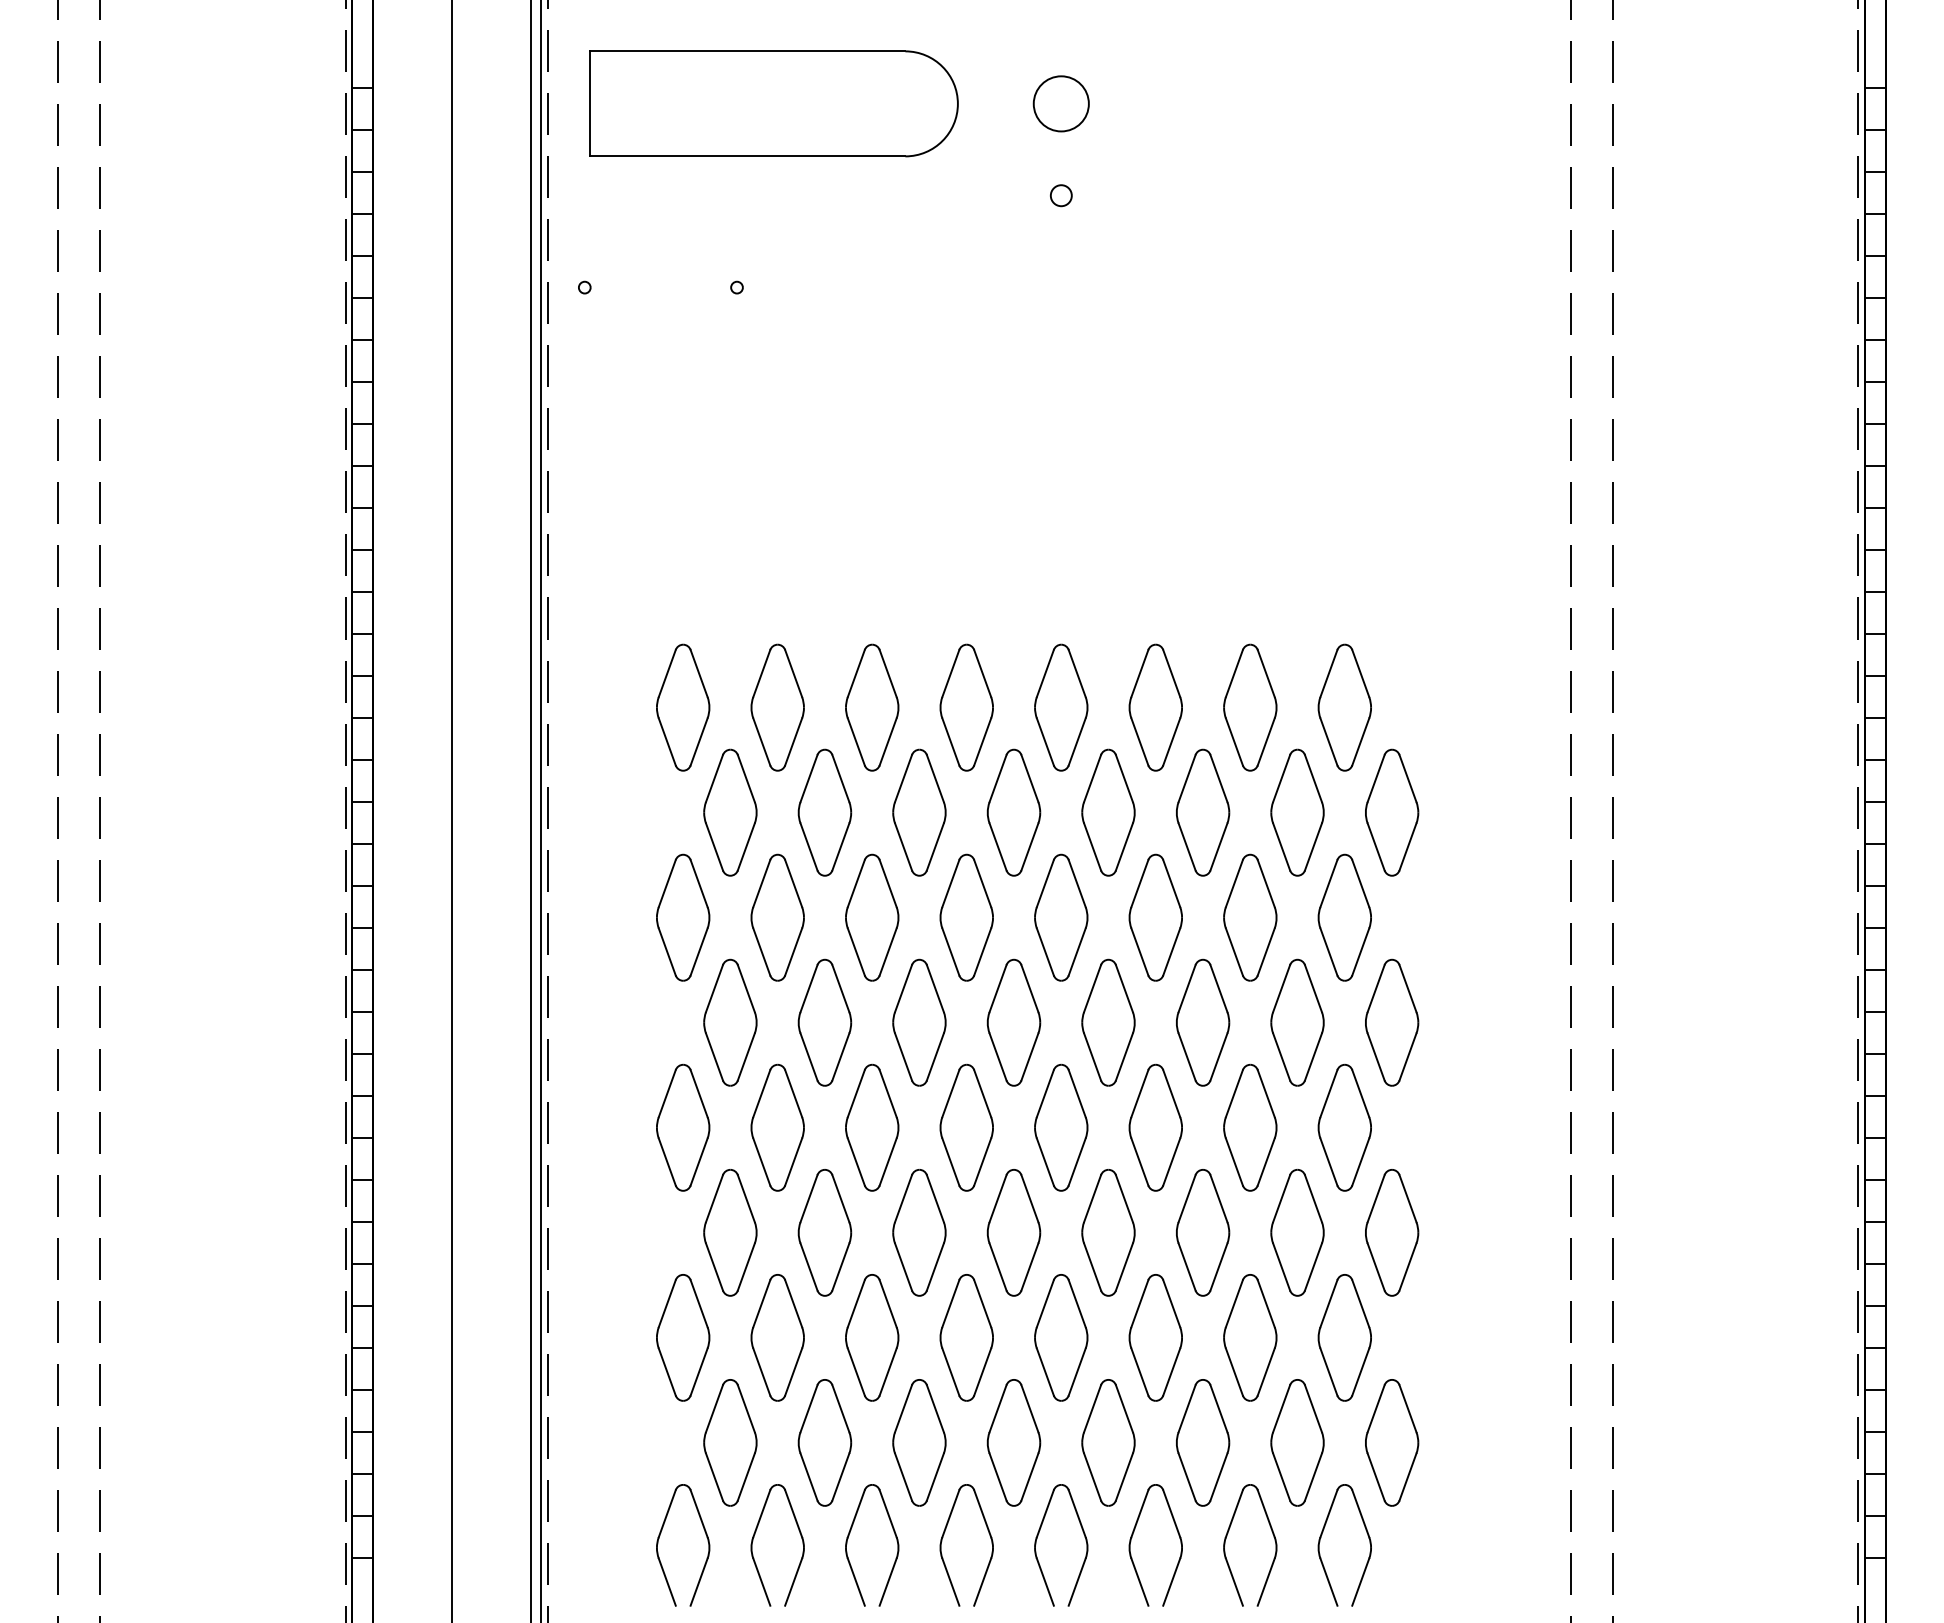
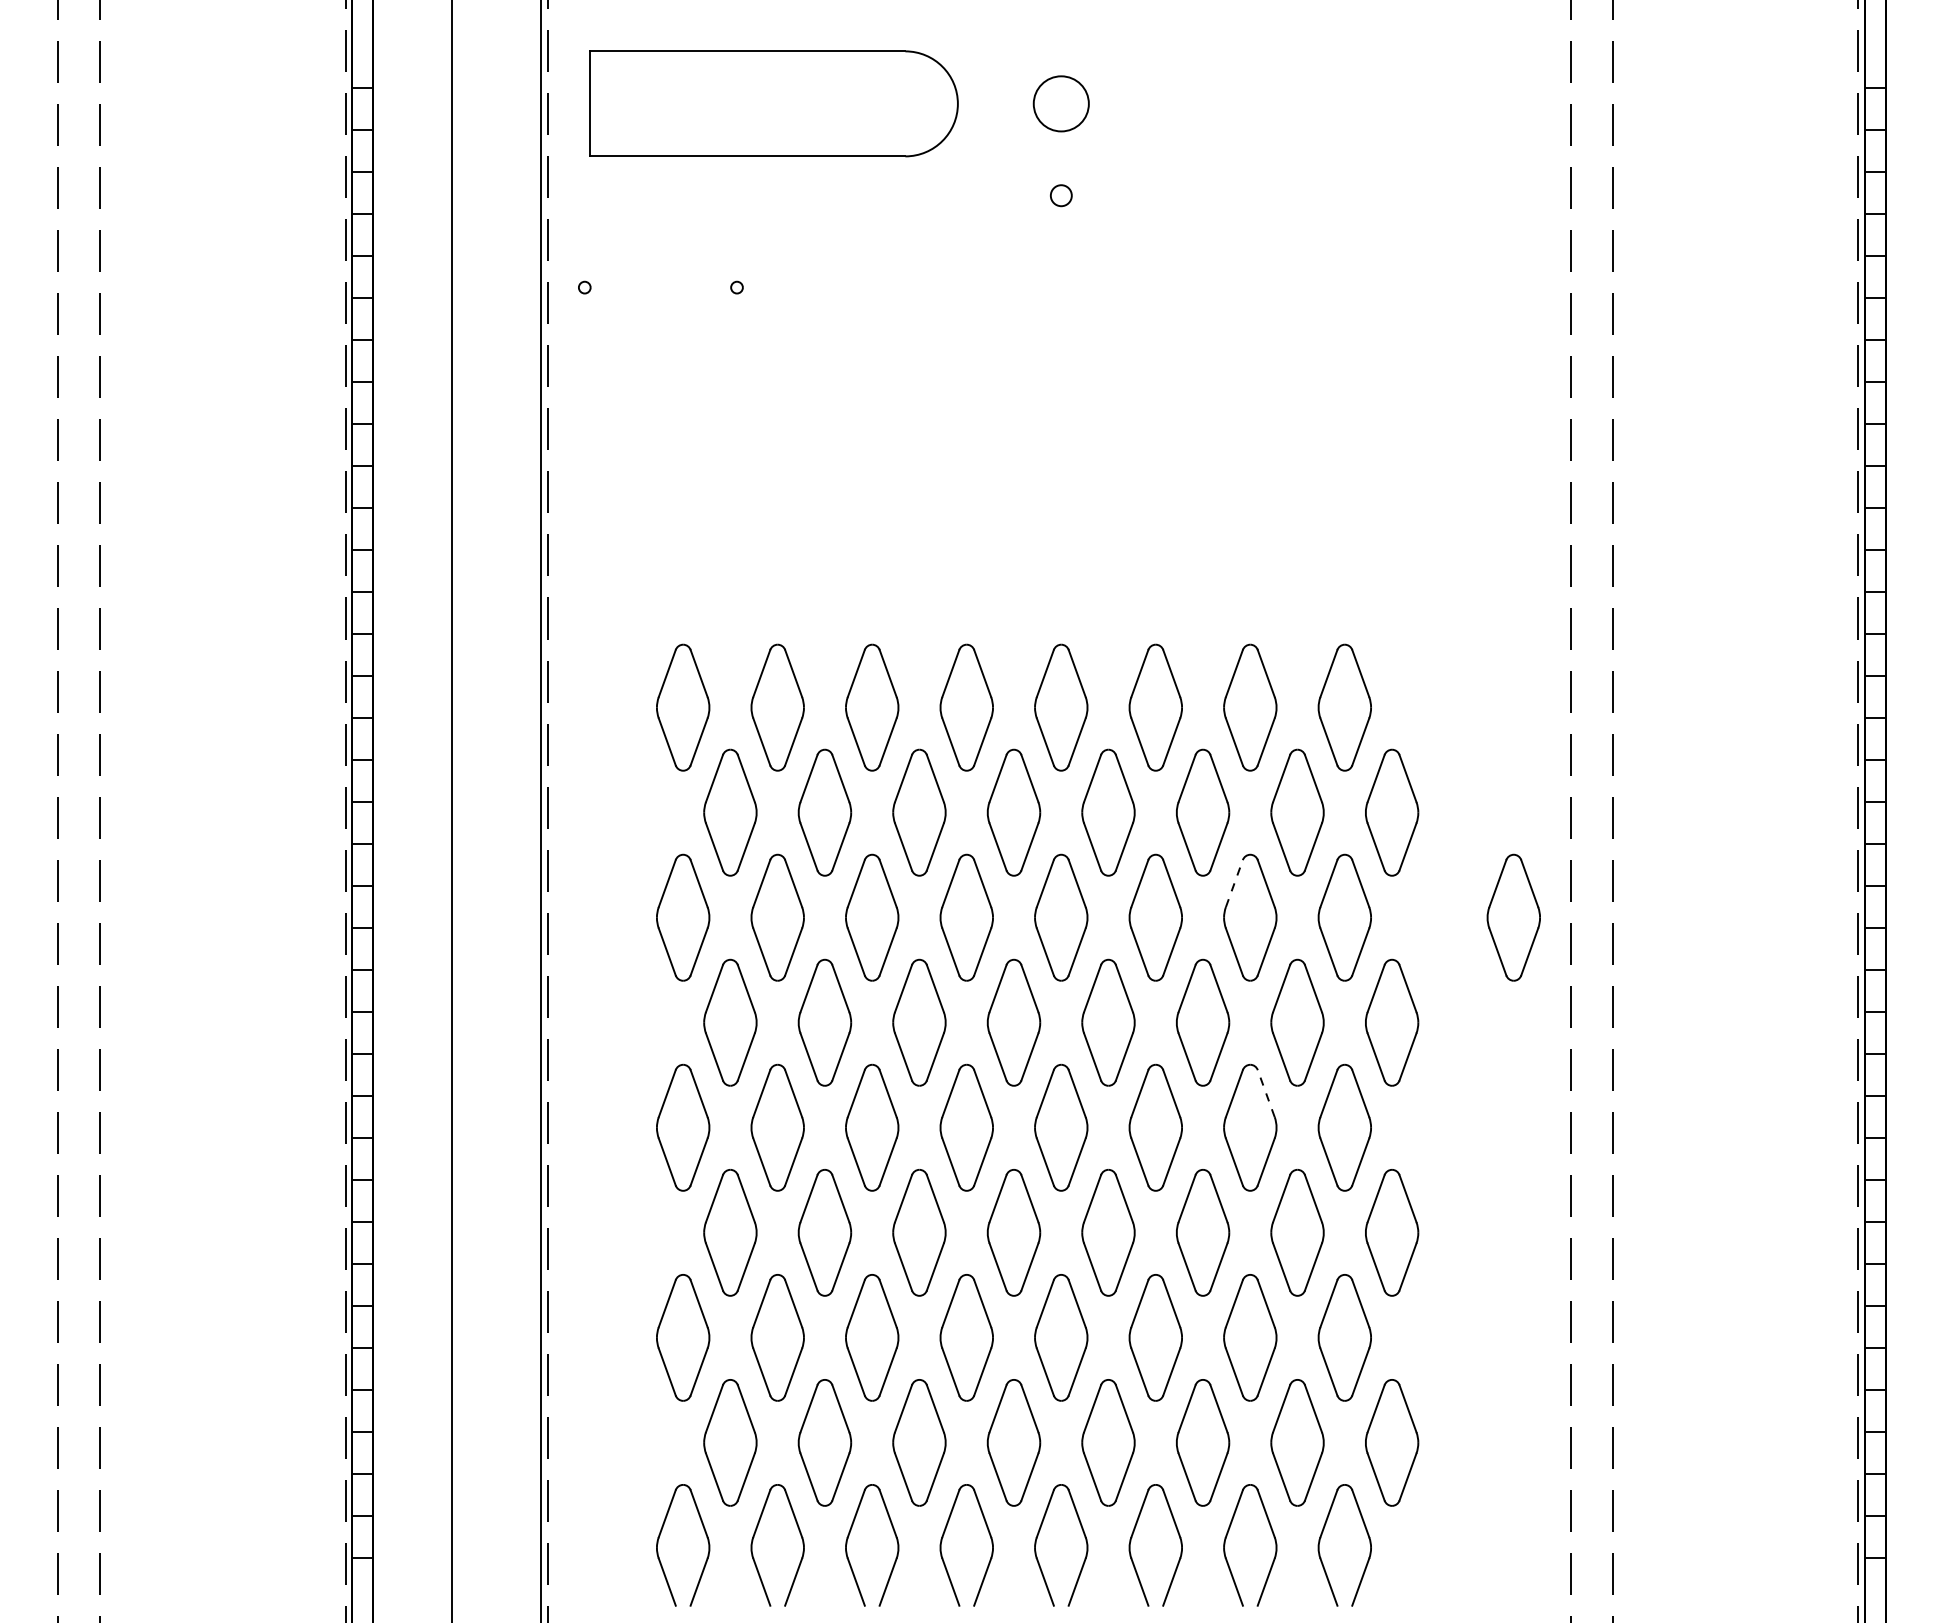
line at (530, 810): present -> none
line at (1234, 883): solid -> dashed
part at (1513, 917): none -> present
line at (1266, 1093): solid -> dashed
